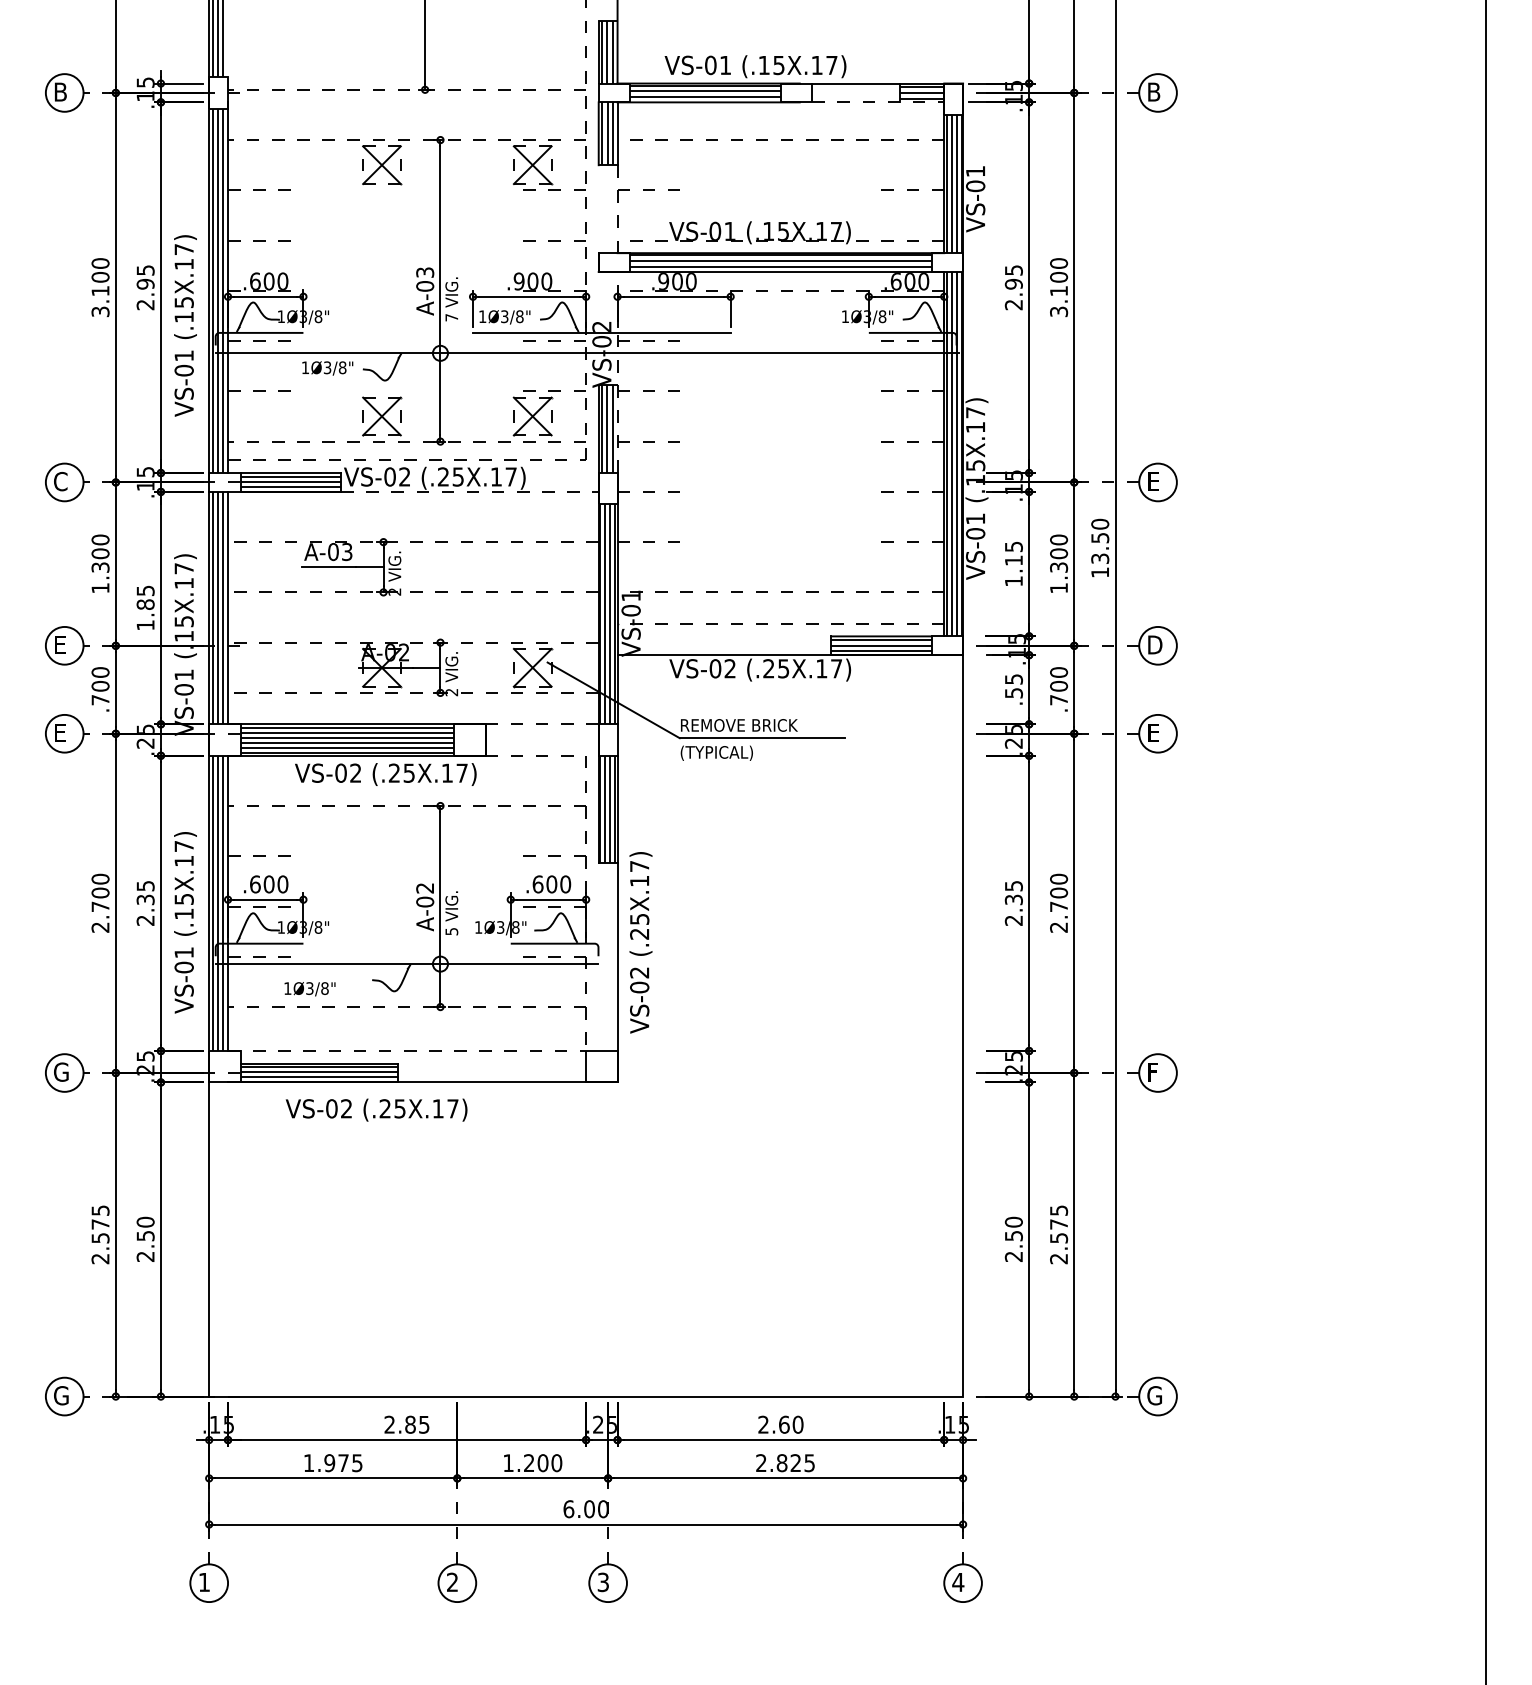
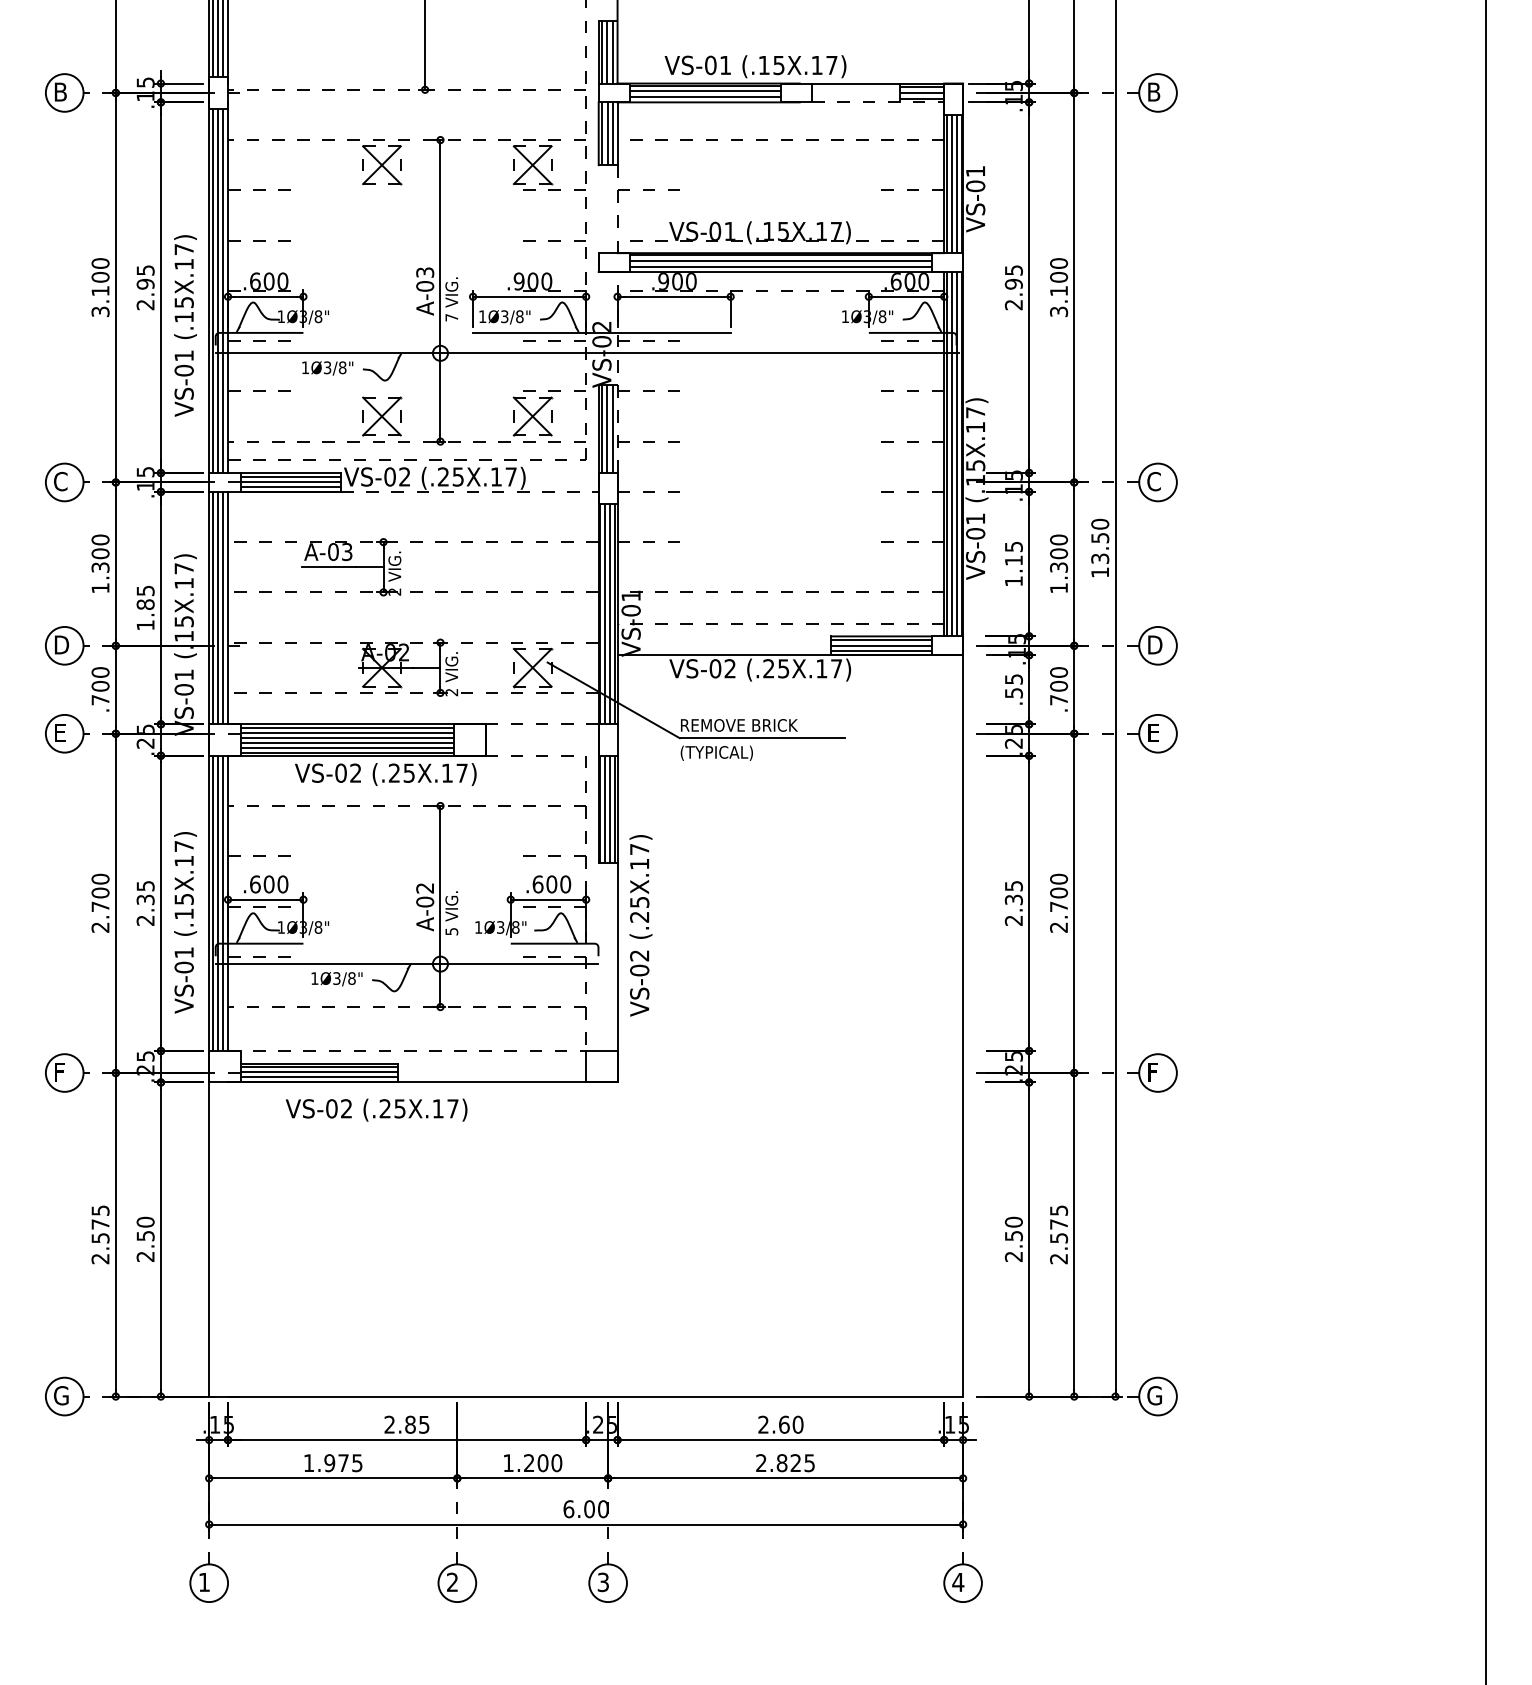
line at (228, 42): none -> present
text at (1153, 481): E -> C
text at (61, 644): E -> D
text at (640, 942) position: (640, 942) -> (640, 925)
text at (309, 989) position: (309, 989) -> (336, 979)
text at (61, 1071): G -> F
